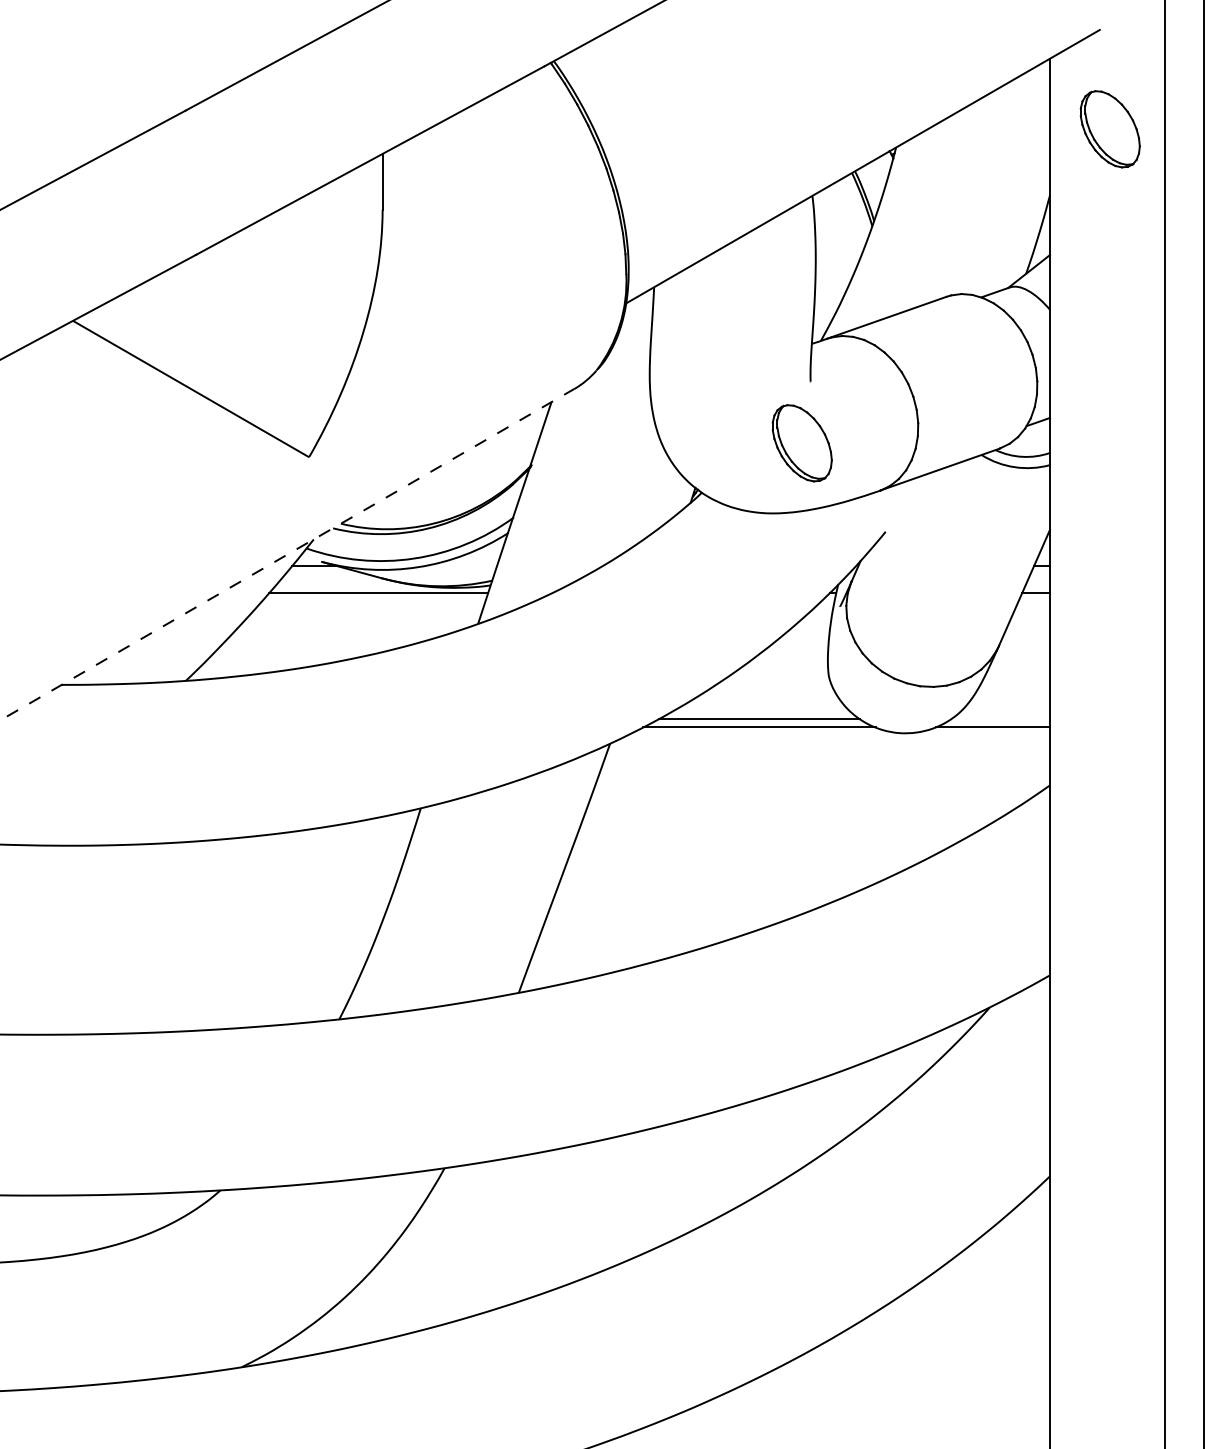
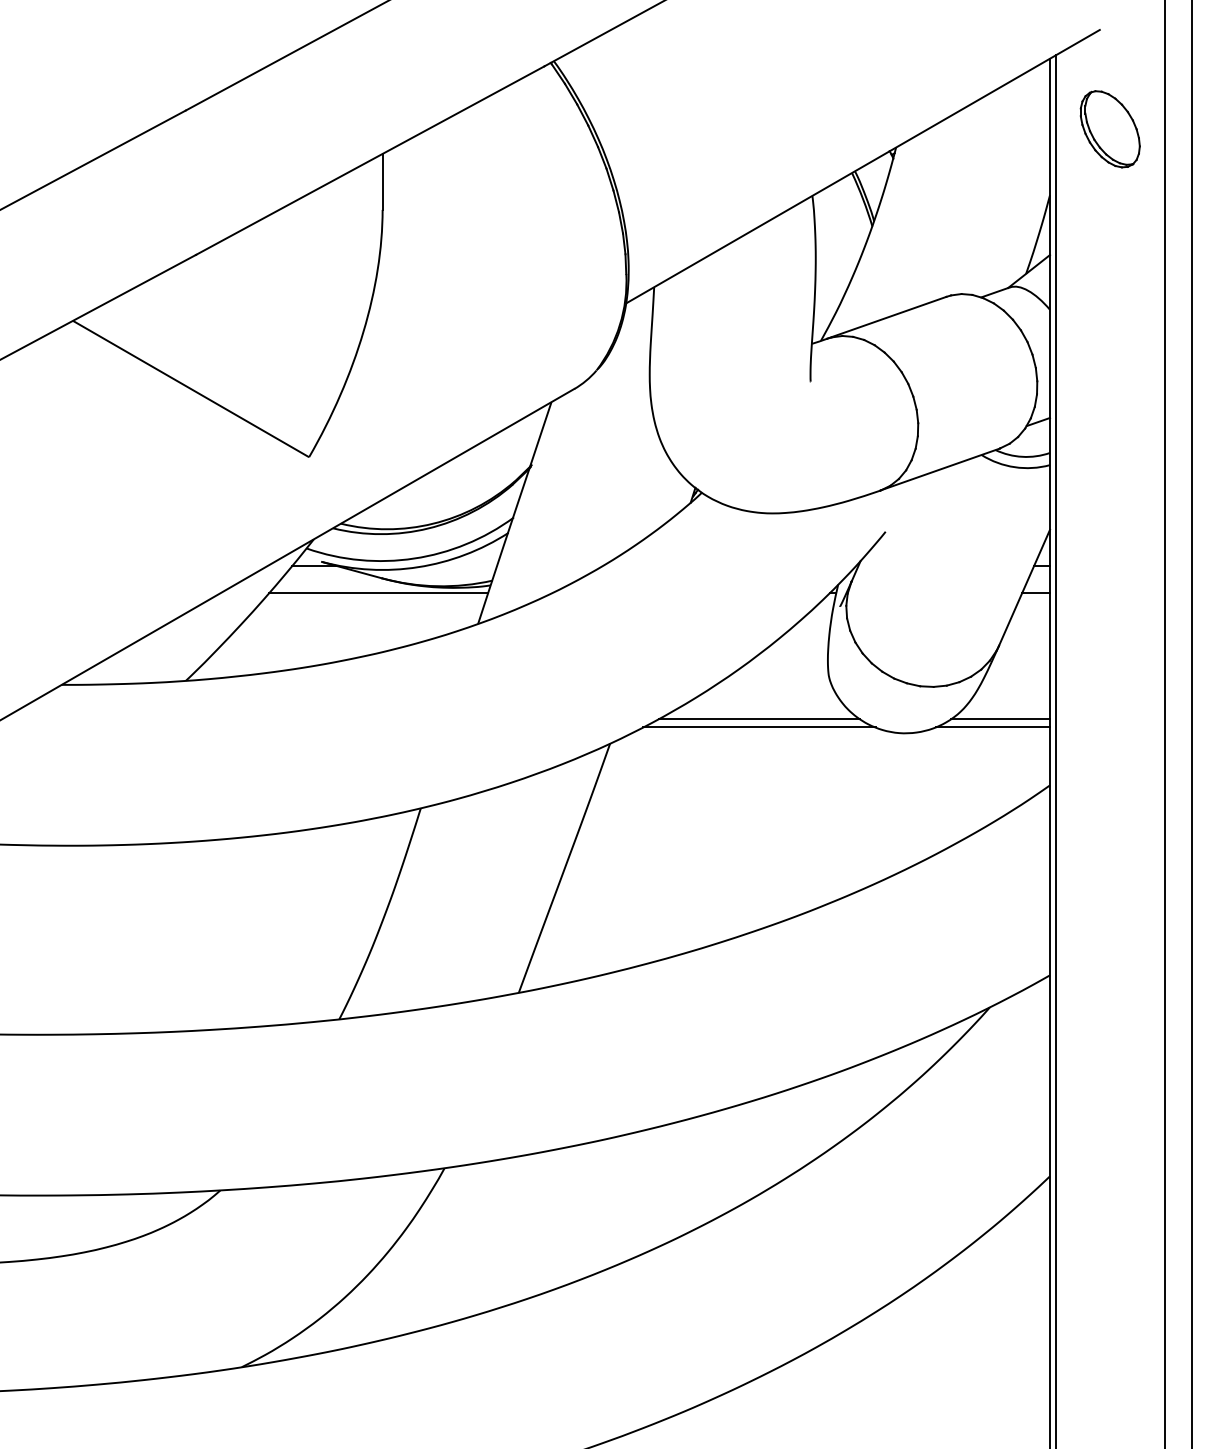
part at (801, 443): present -> none
line at (287, 554): dashed -> solid
line at (1000, 719): none -> present
line at (1204, 723) position: (1204, 723) -> (1192, 723)
line at (1055, 750): none -> present
